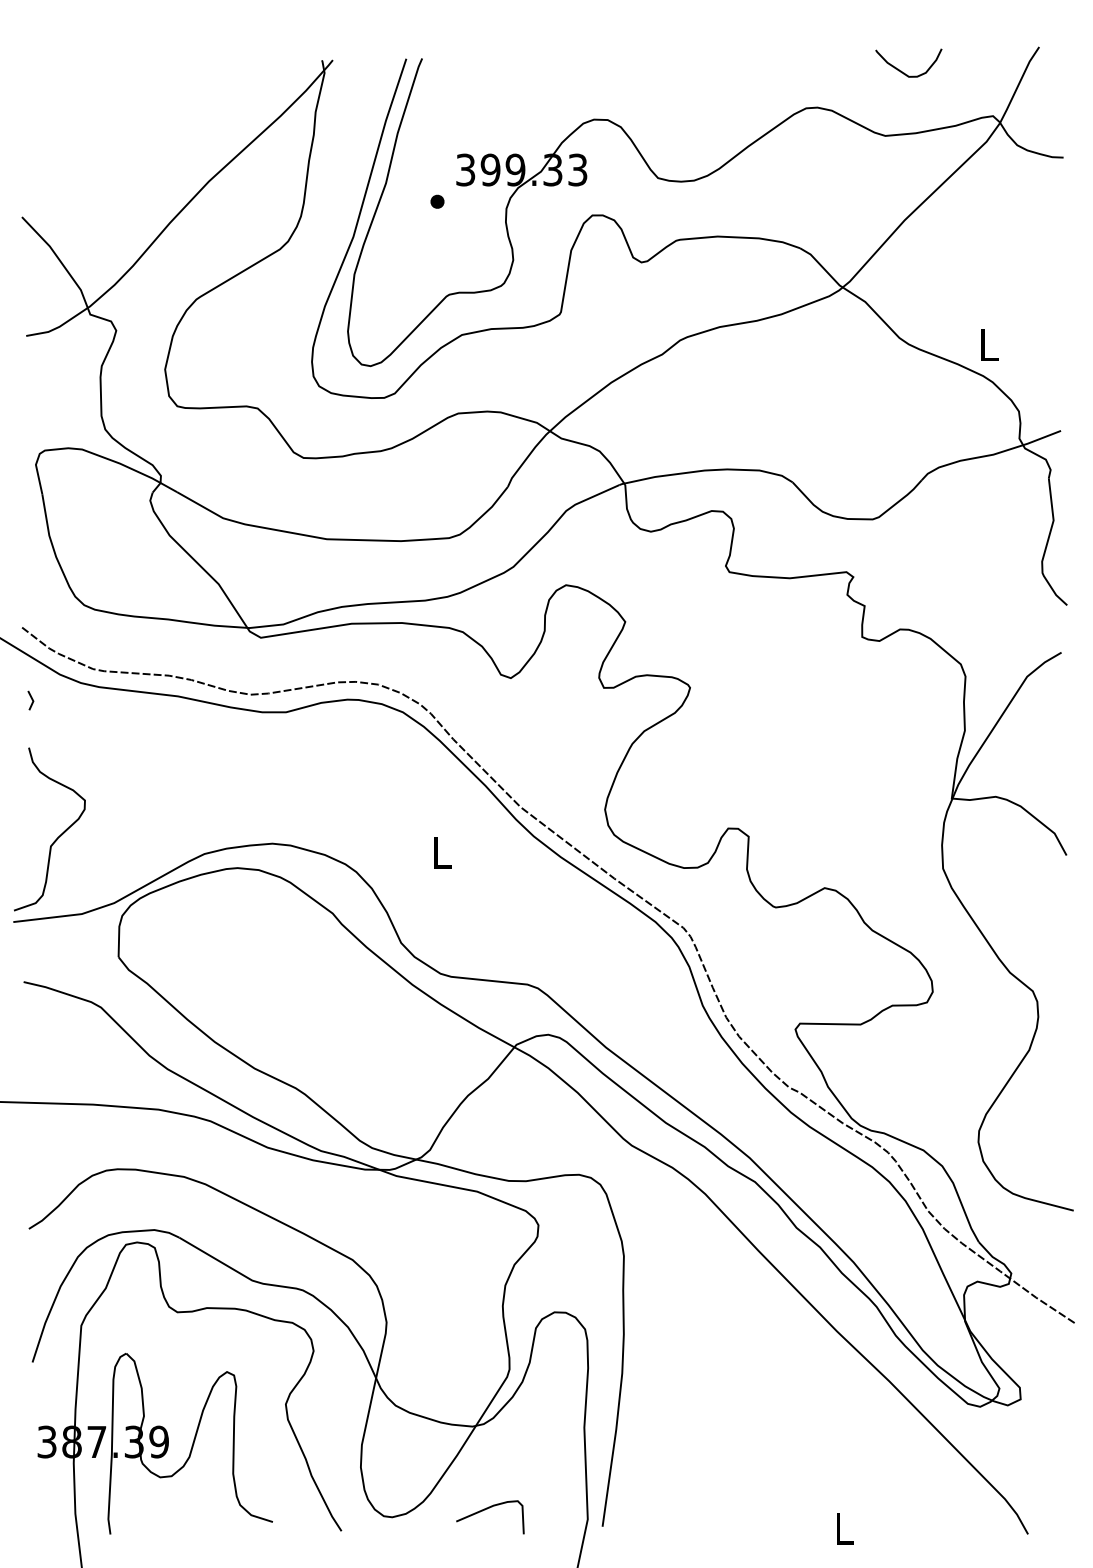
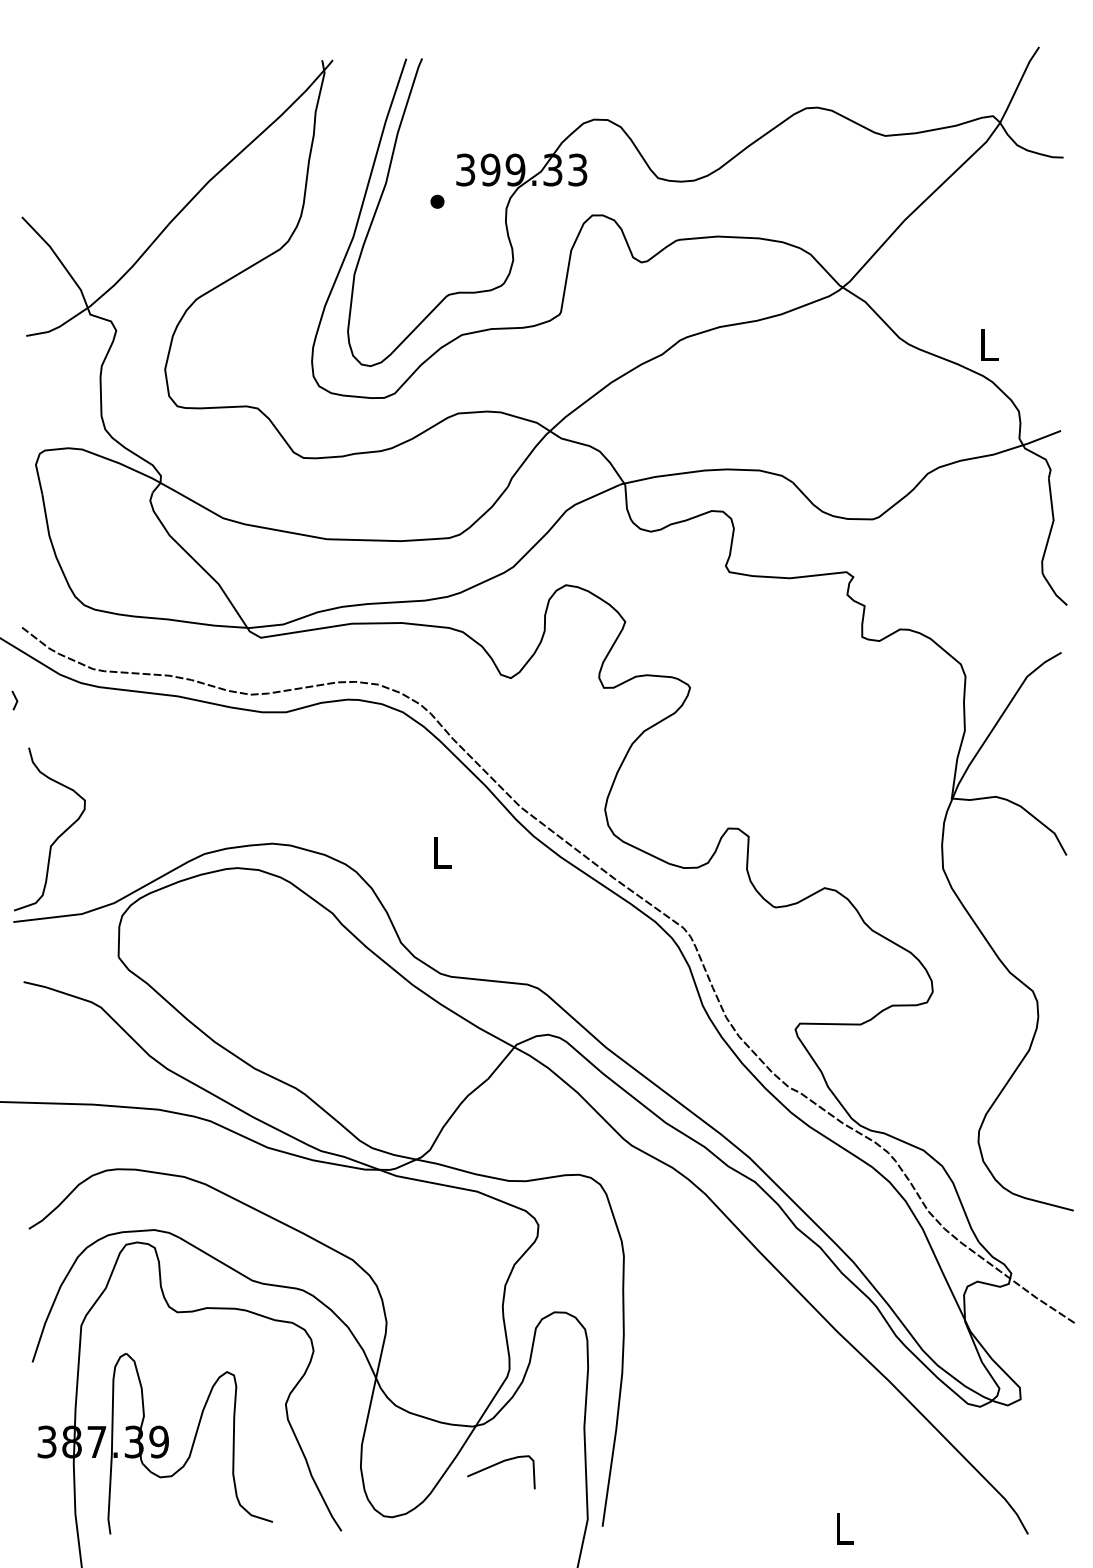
curve at (901, 70): present -> none
line at (31, 699) position: (31, 699) -> (15, 699)
curve at (487, 1509) position: (487, 1509) -> (498, 1464)
